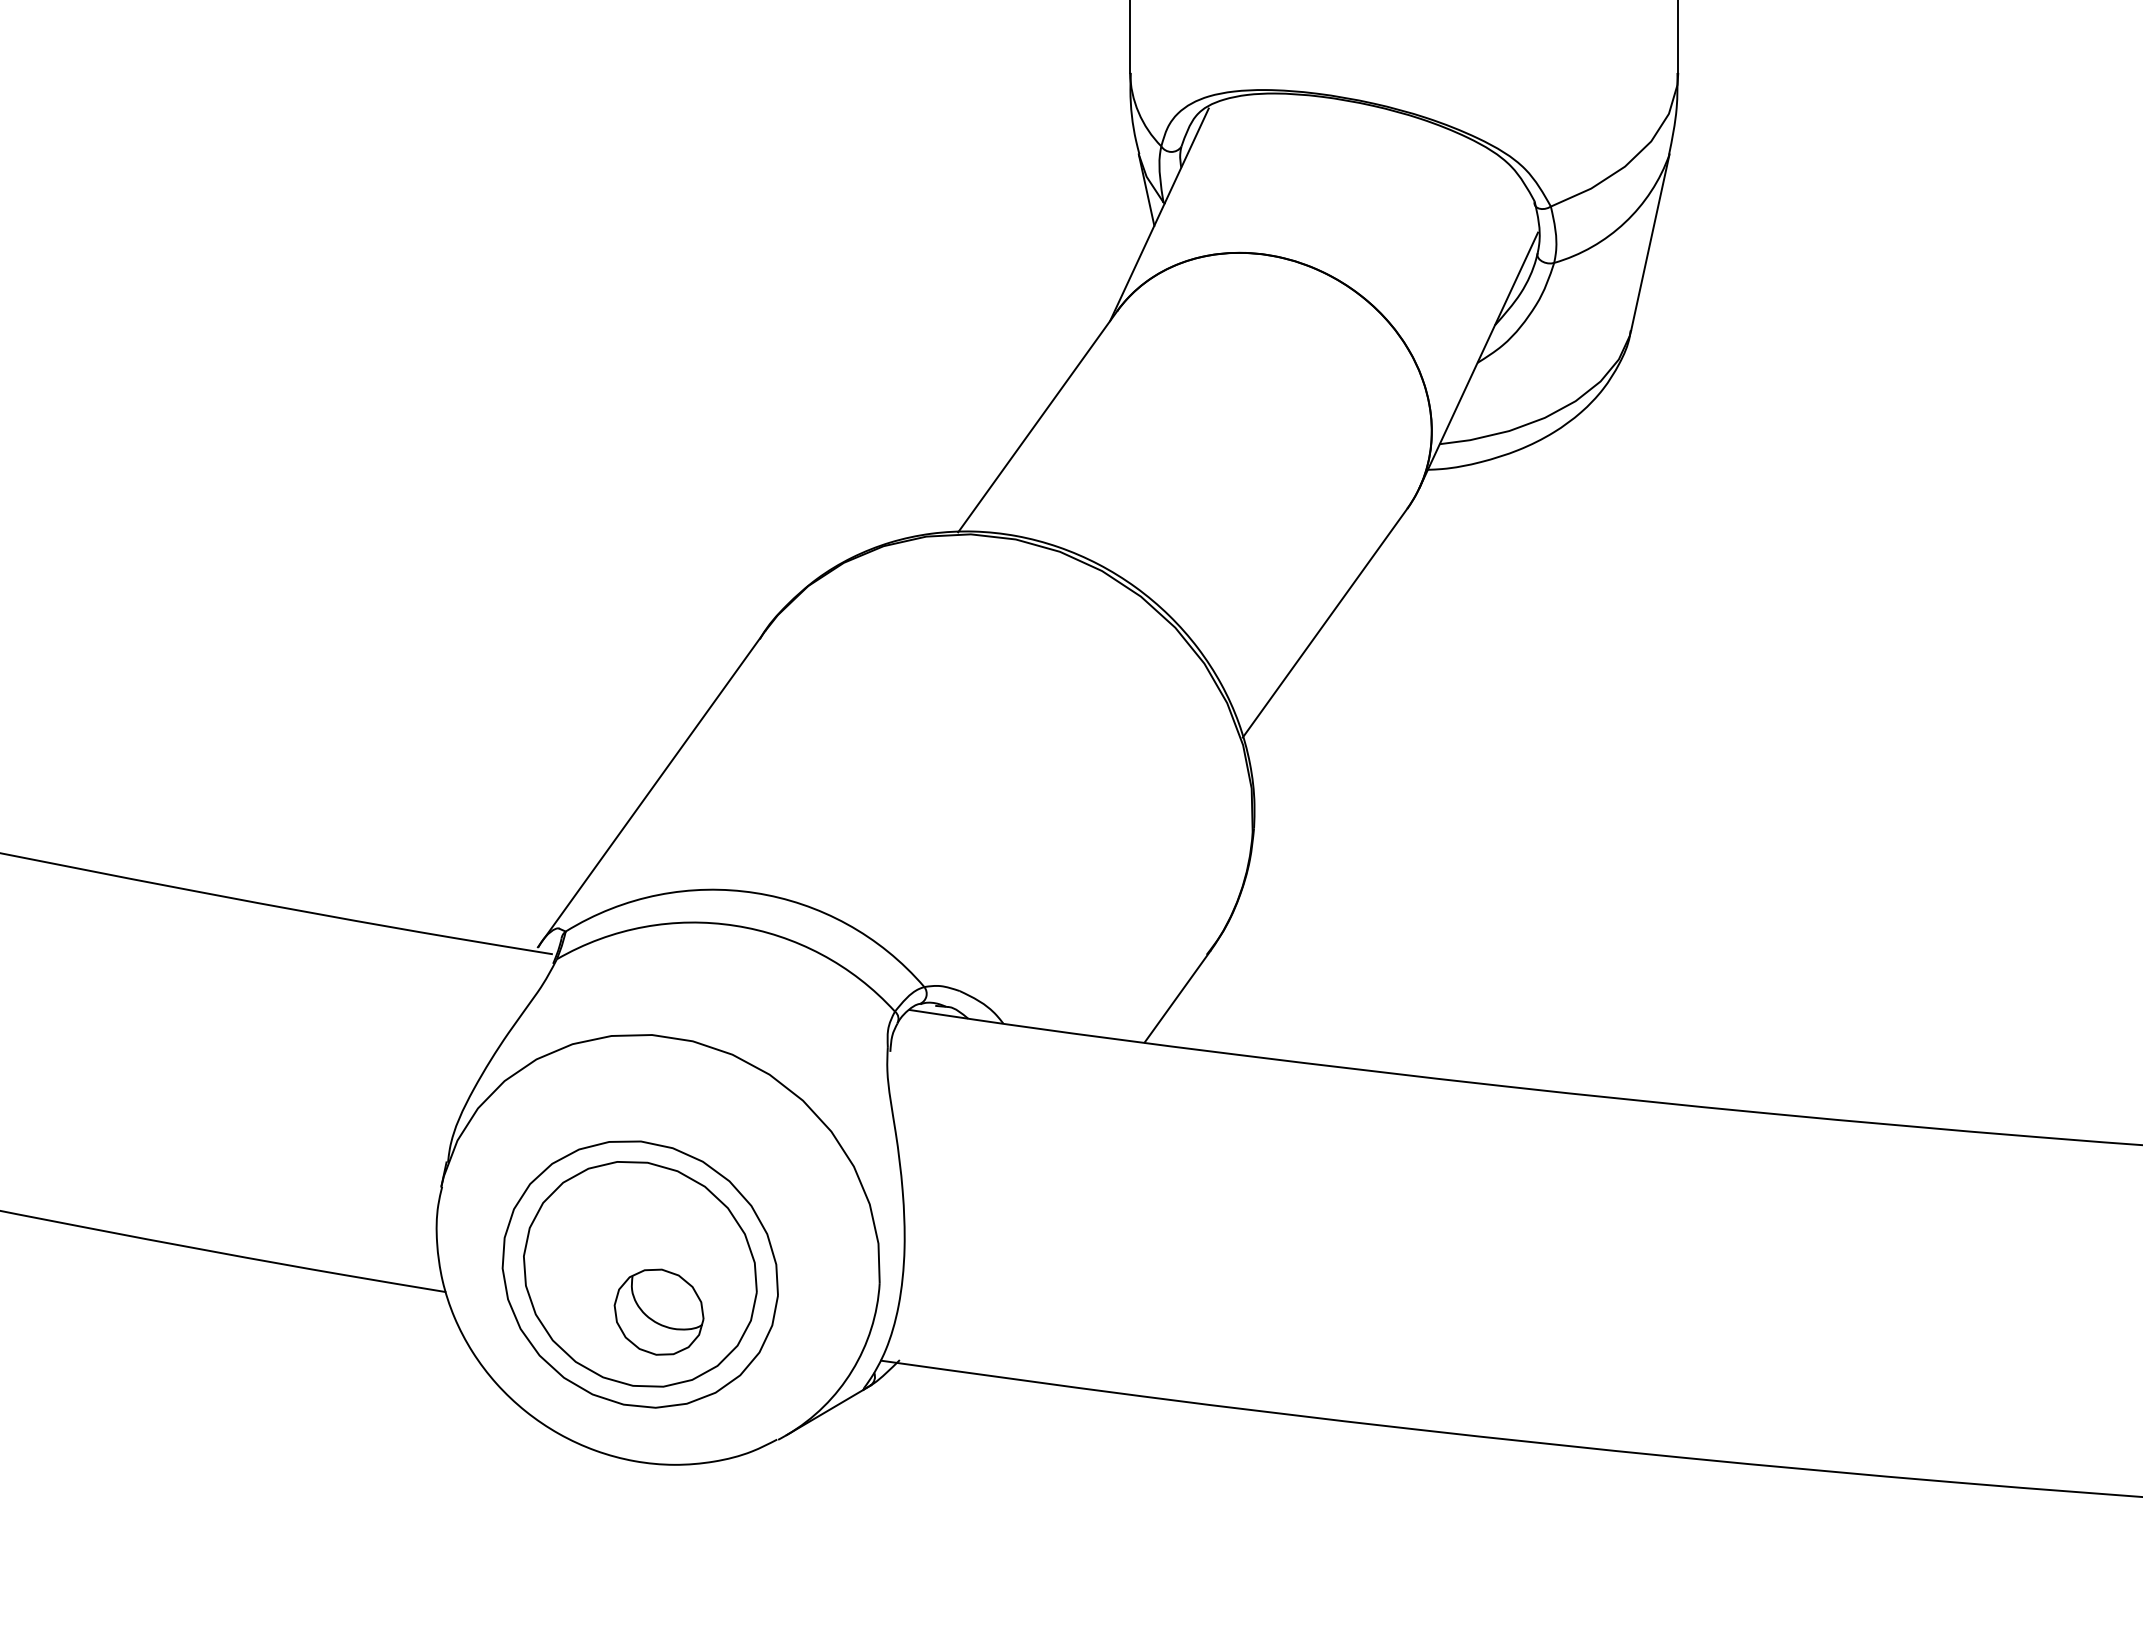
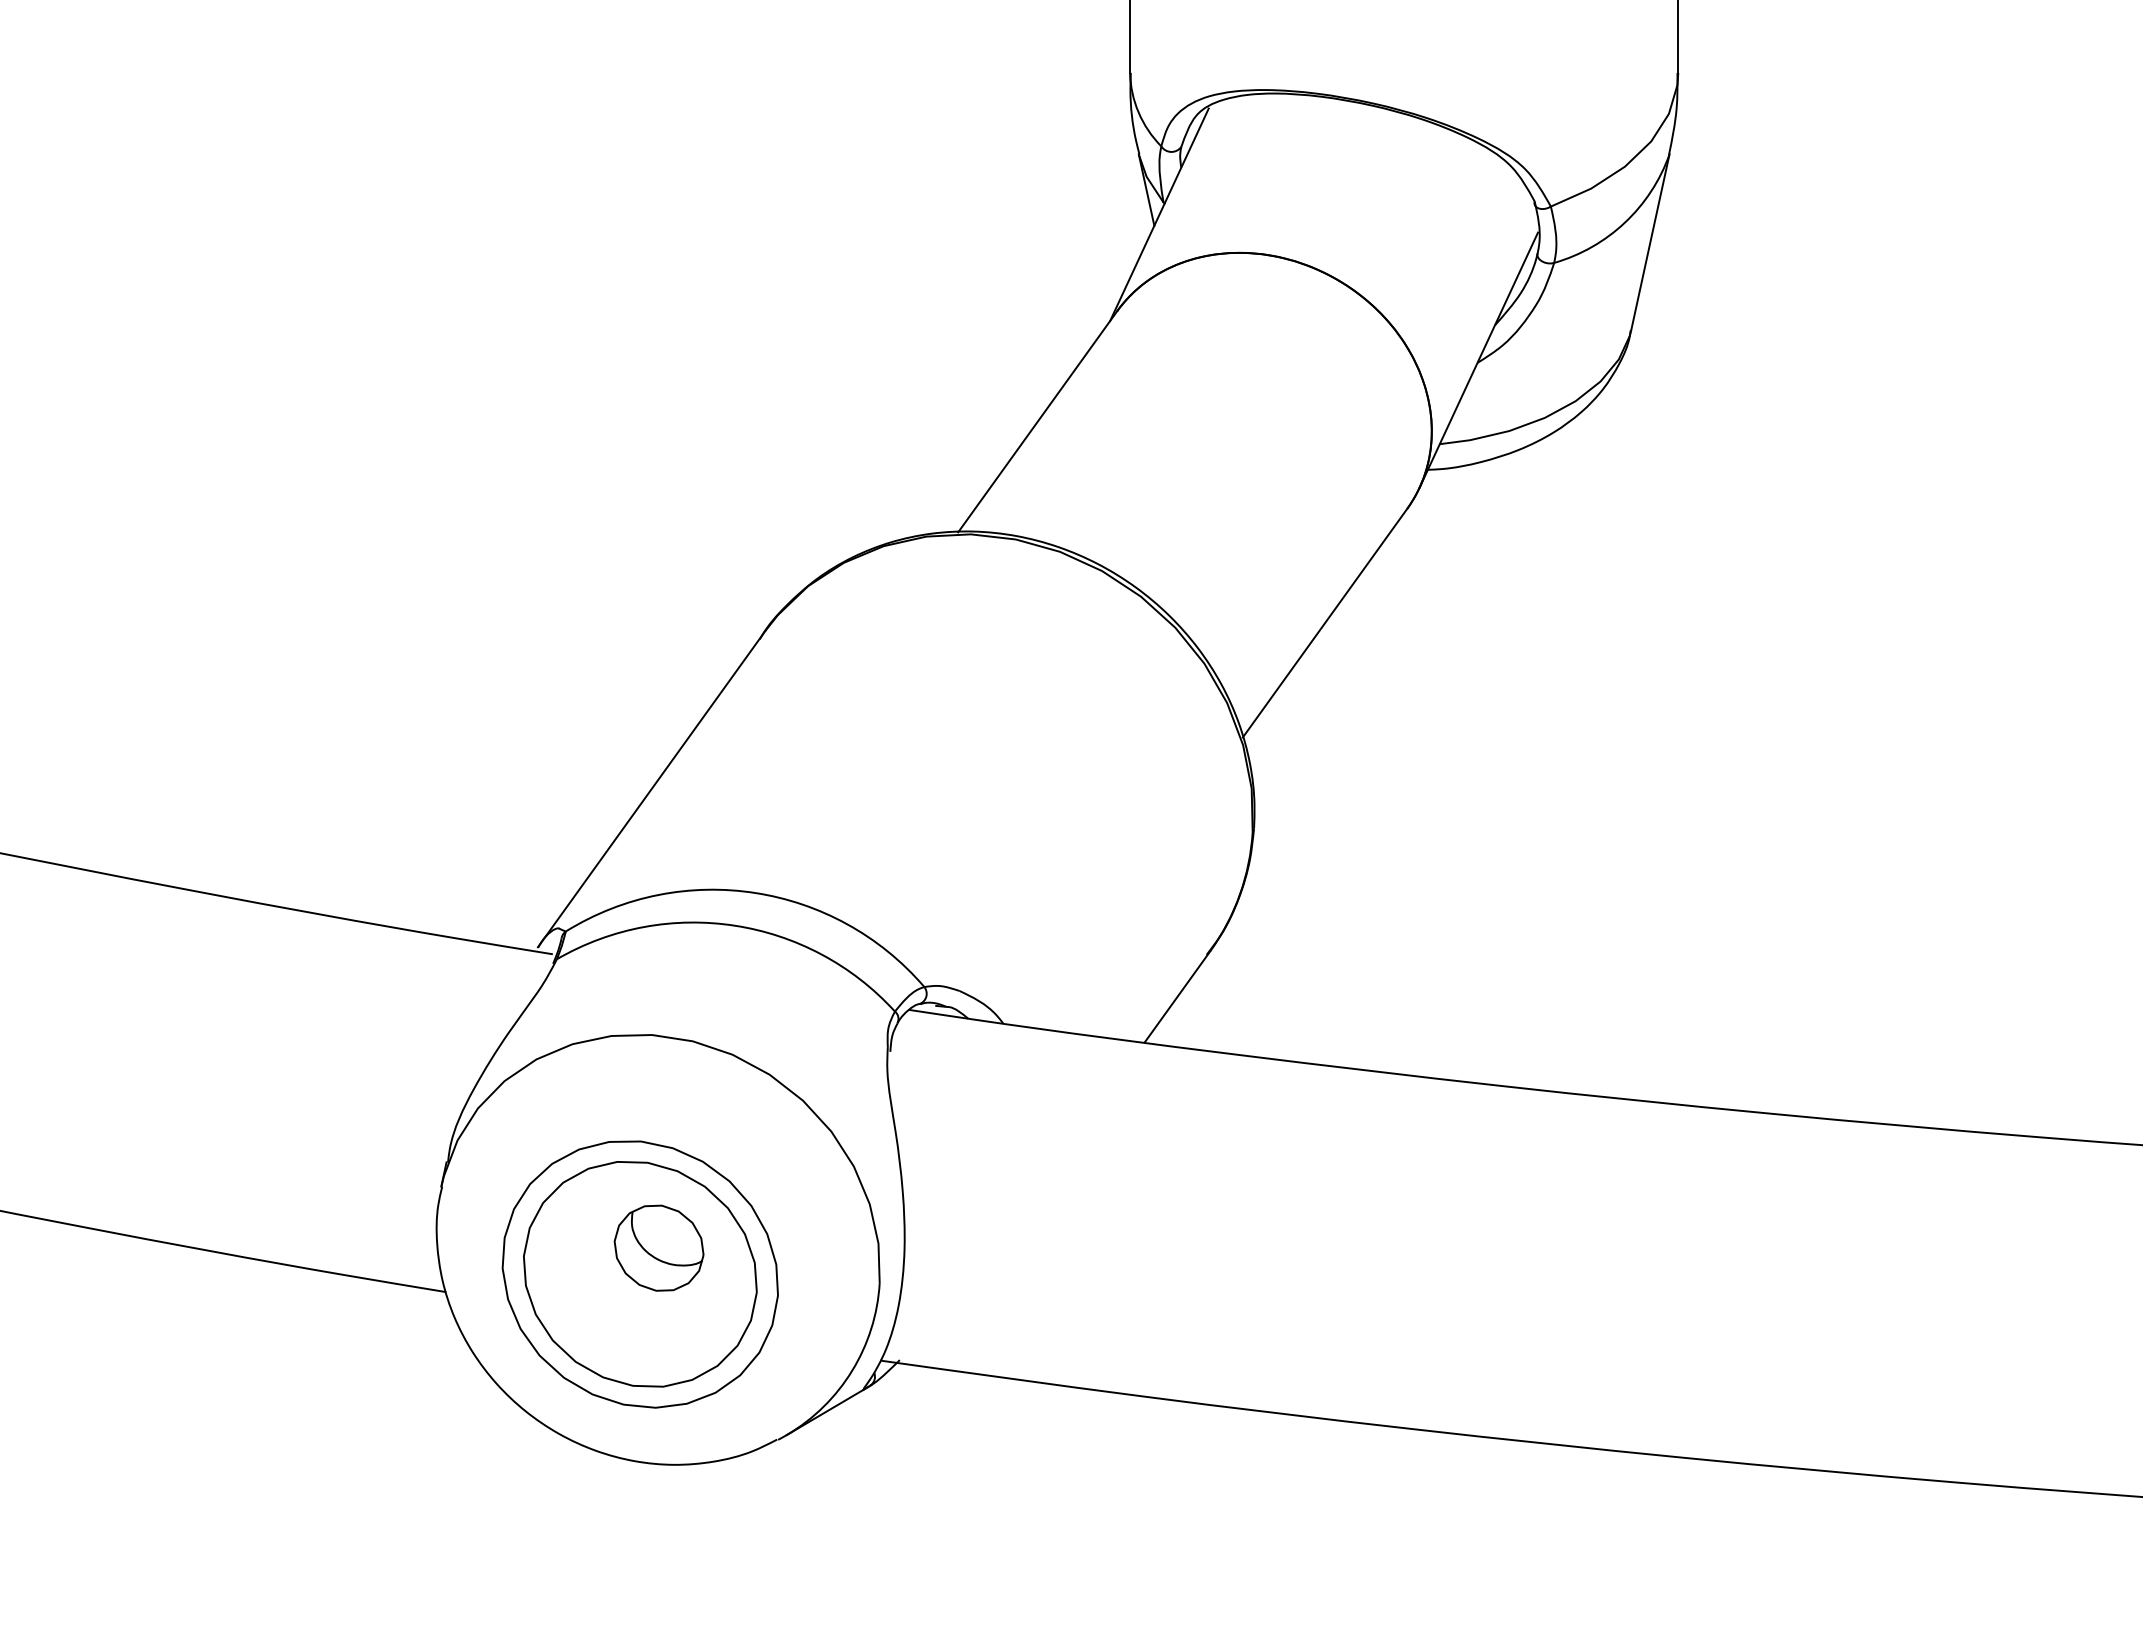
part at (658, 1311) position: (658, 1311) -> (658, 1247)
